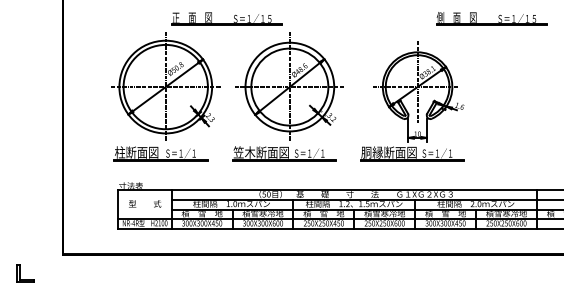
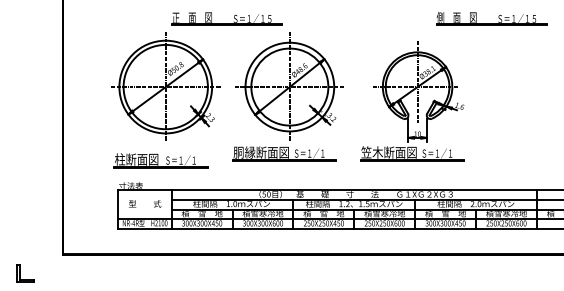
text at (244, 152): 笠木断面図 -> 胴縁断面図
text at (371, 152): 胴縁断面図 -> 笠木断面図
part at (160, 153) position: (160, 153) -> (160, 160)
